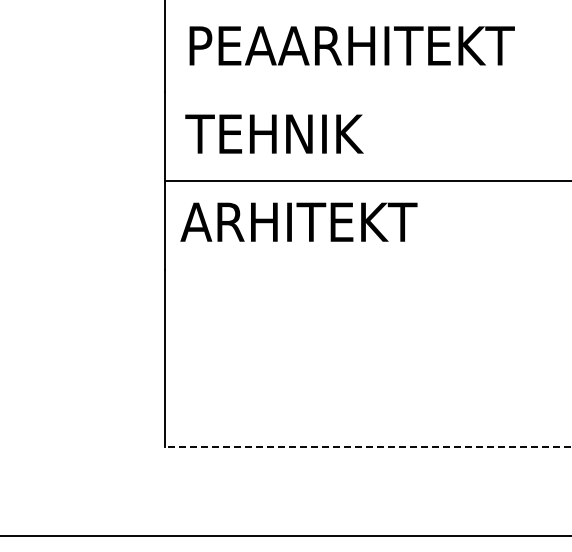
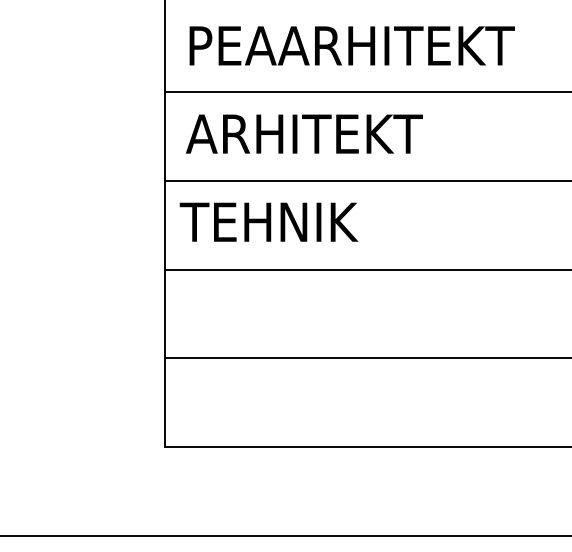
line at (366, 92): none -> present
text at (303, 133): TEHNIK -> ARHITEKT
text at (298, 221): ARHITEKT -> TEHNIK
line at (366, 269): none -> present
line at (366, 358): none -> present
line at (367, 446): dashed -> solid
